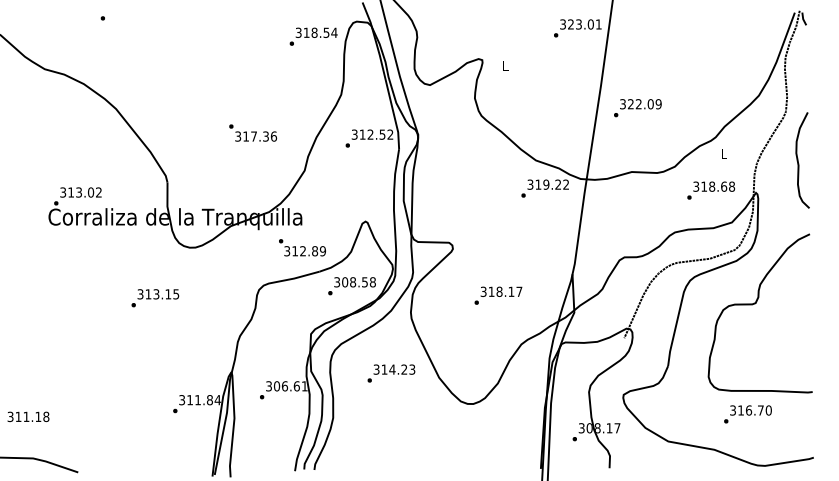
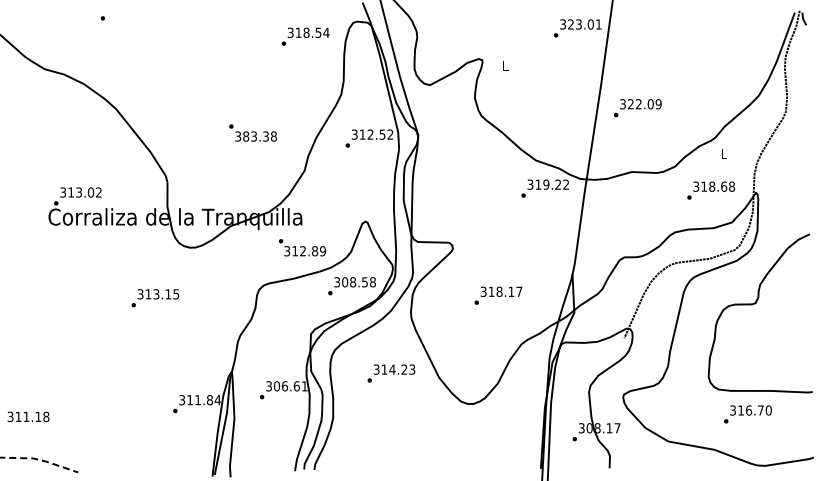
text at (313, 36) position: (313, 36) -> (305, 36)
text at (259, 136): 317.36 -> 383.38
curve at (798, 160): present -> none
line at (40, 460): solid -> dashed
